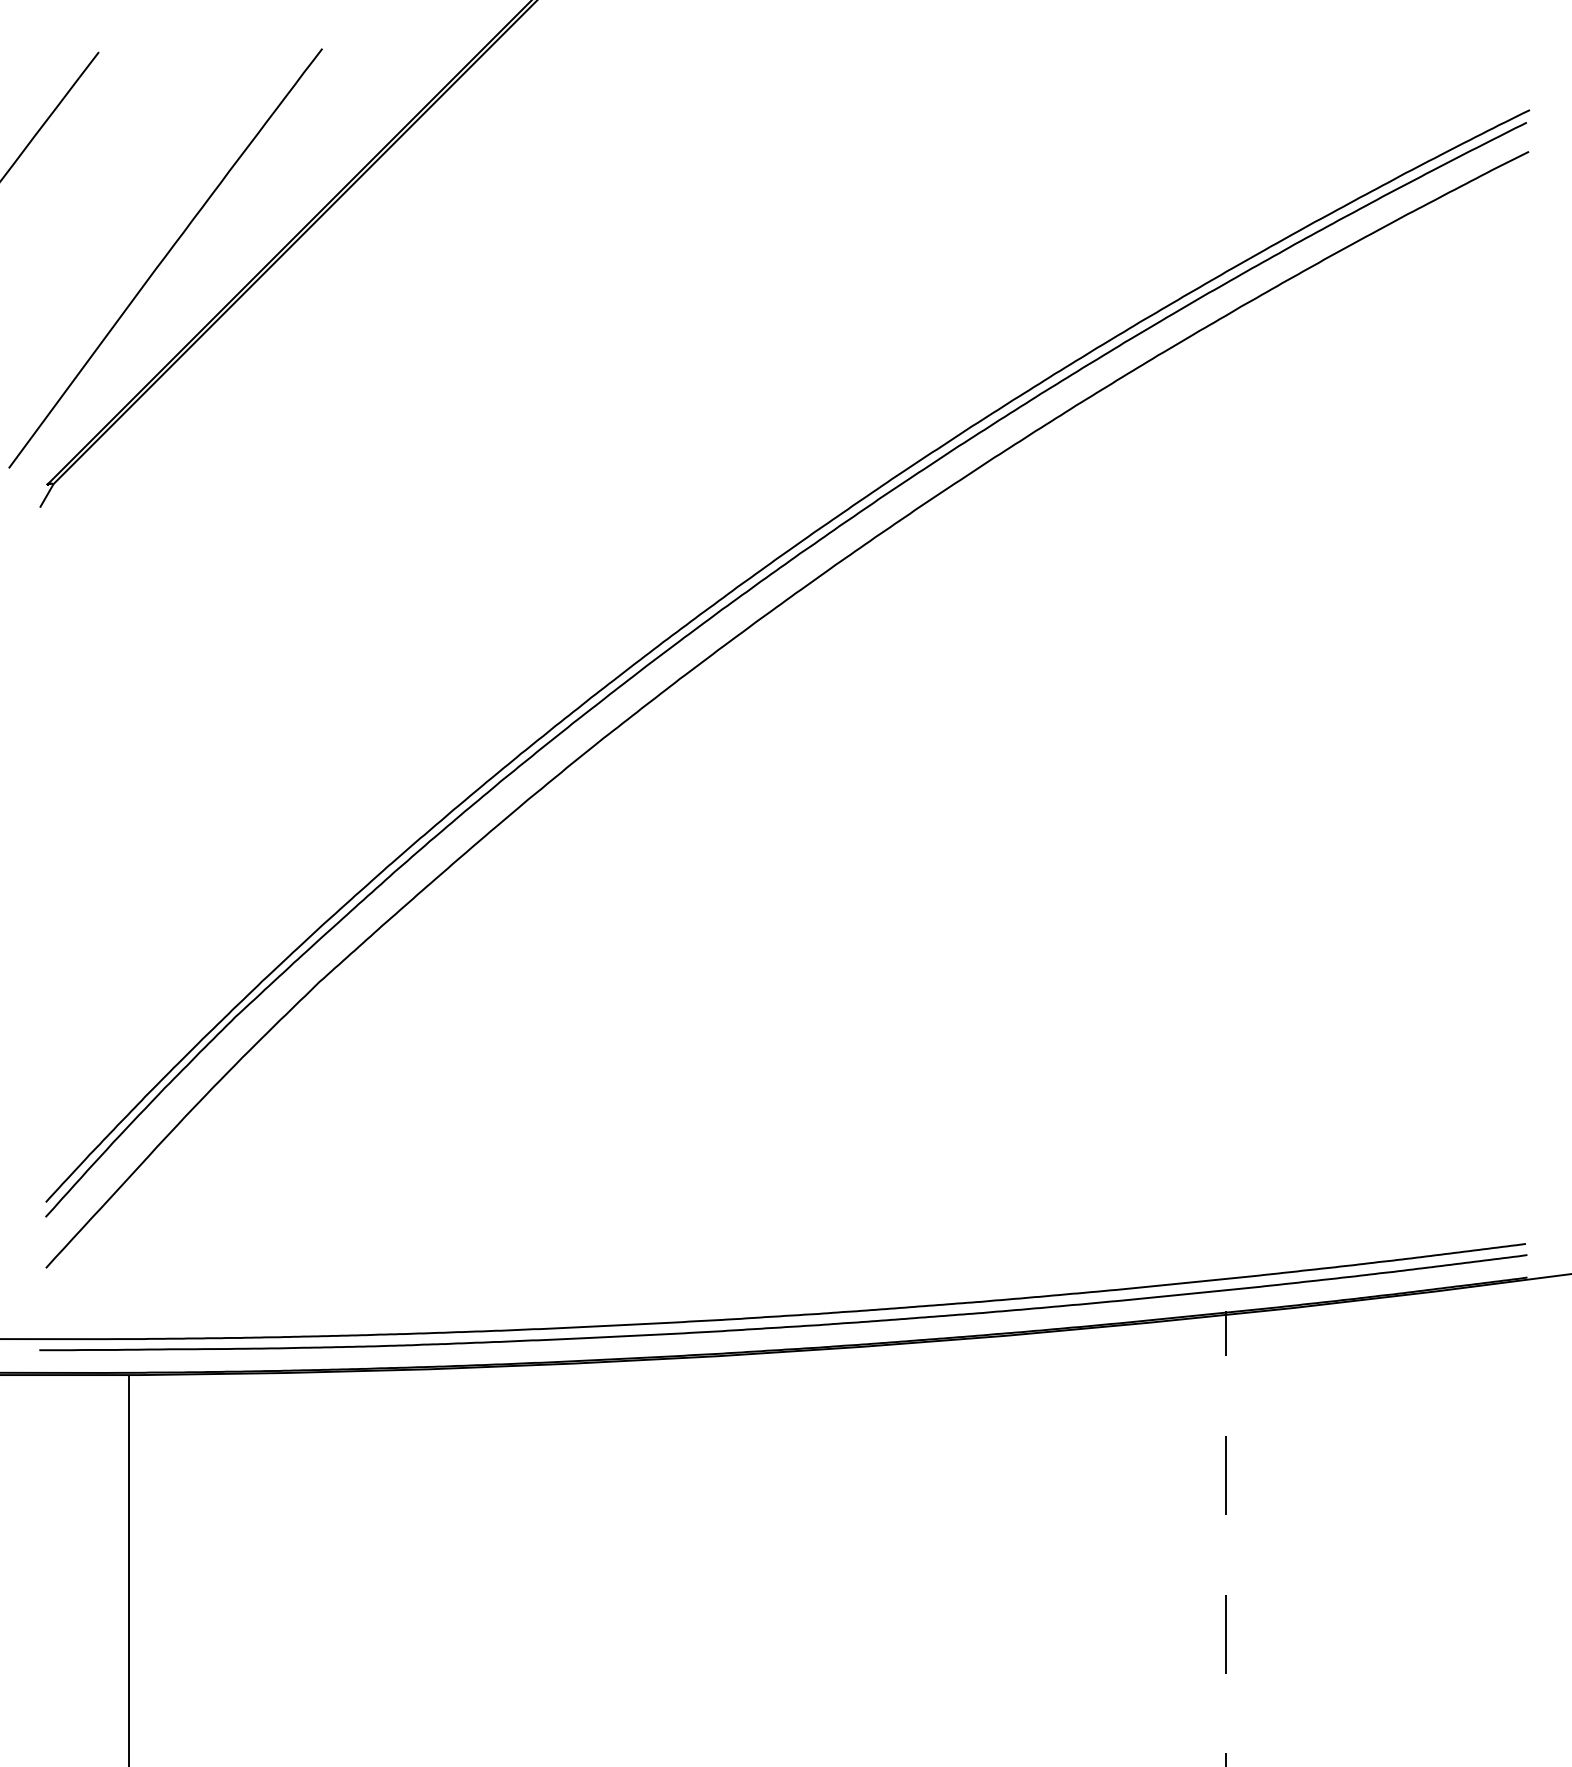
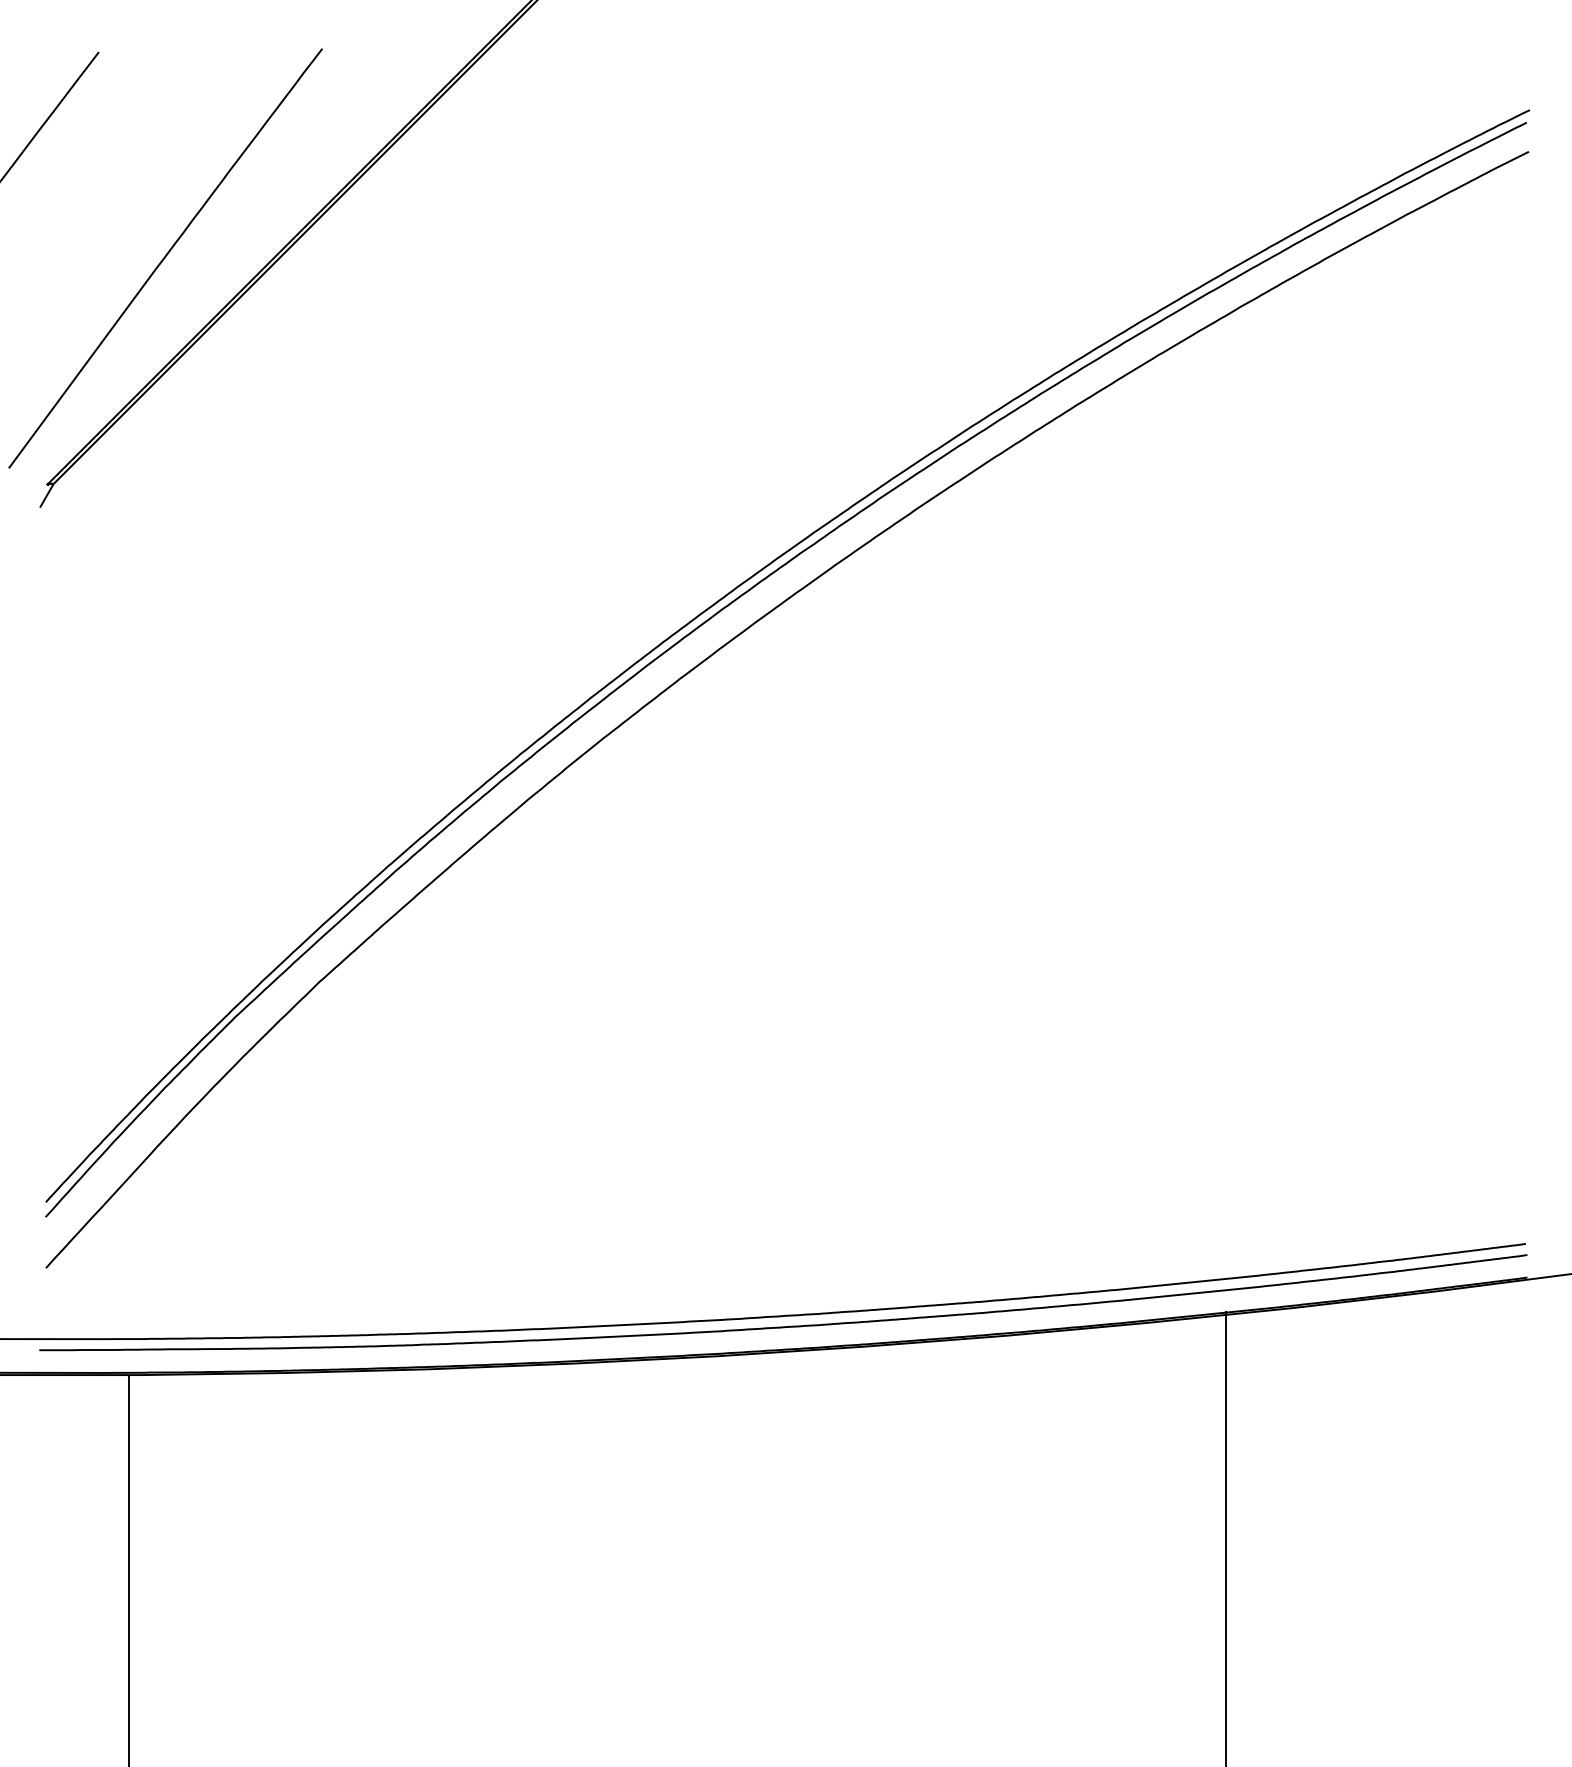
line at (1225, 1538): dashed -> solid
